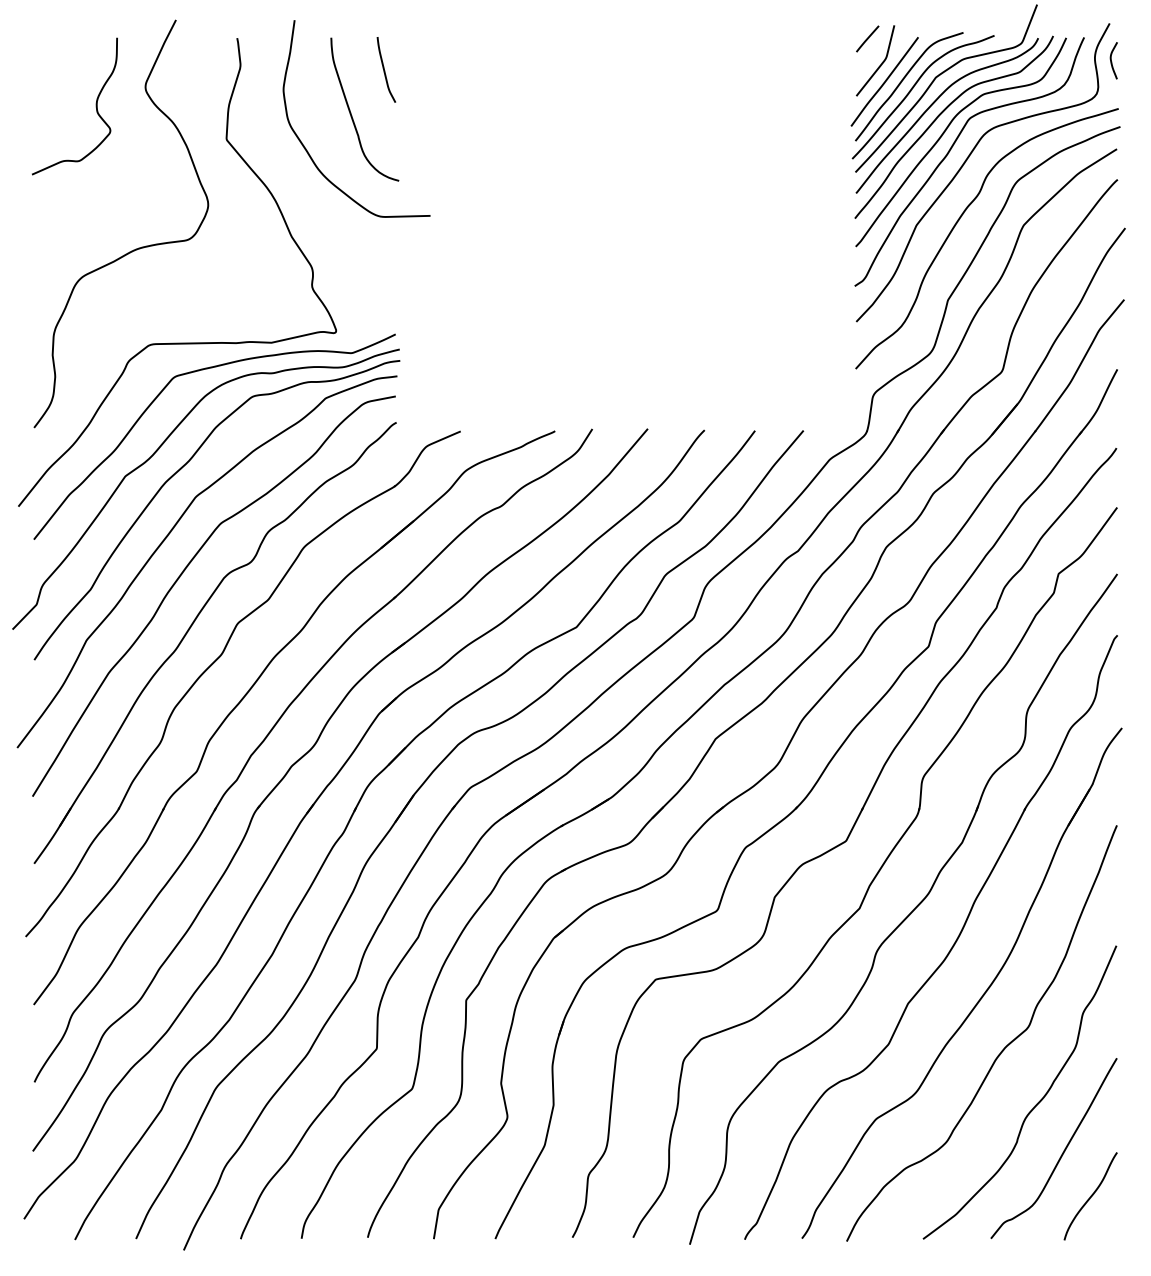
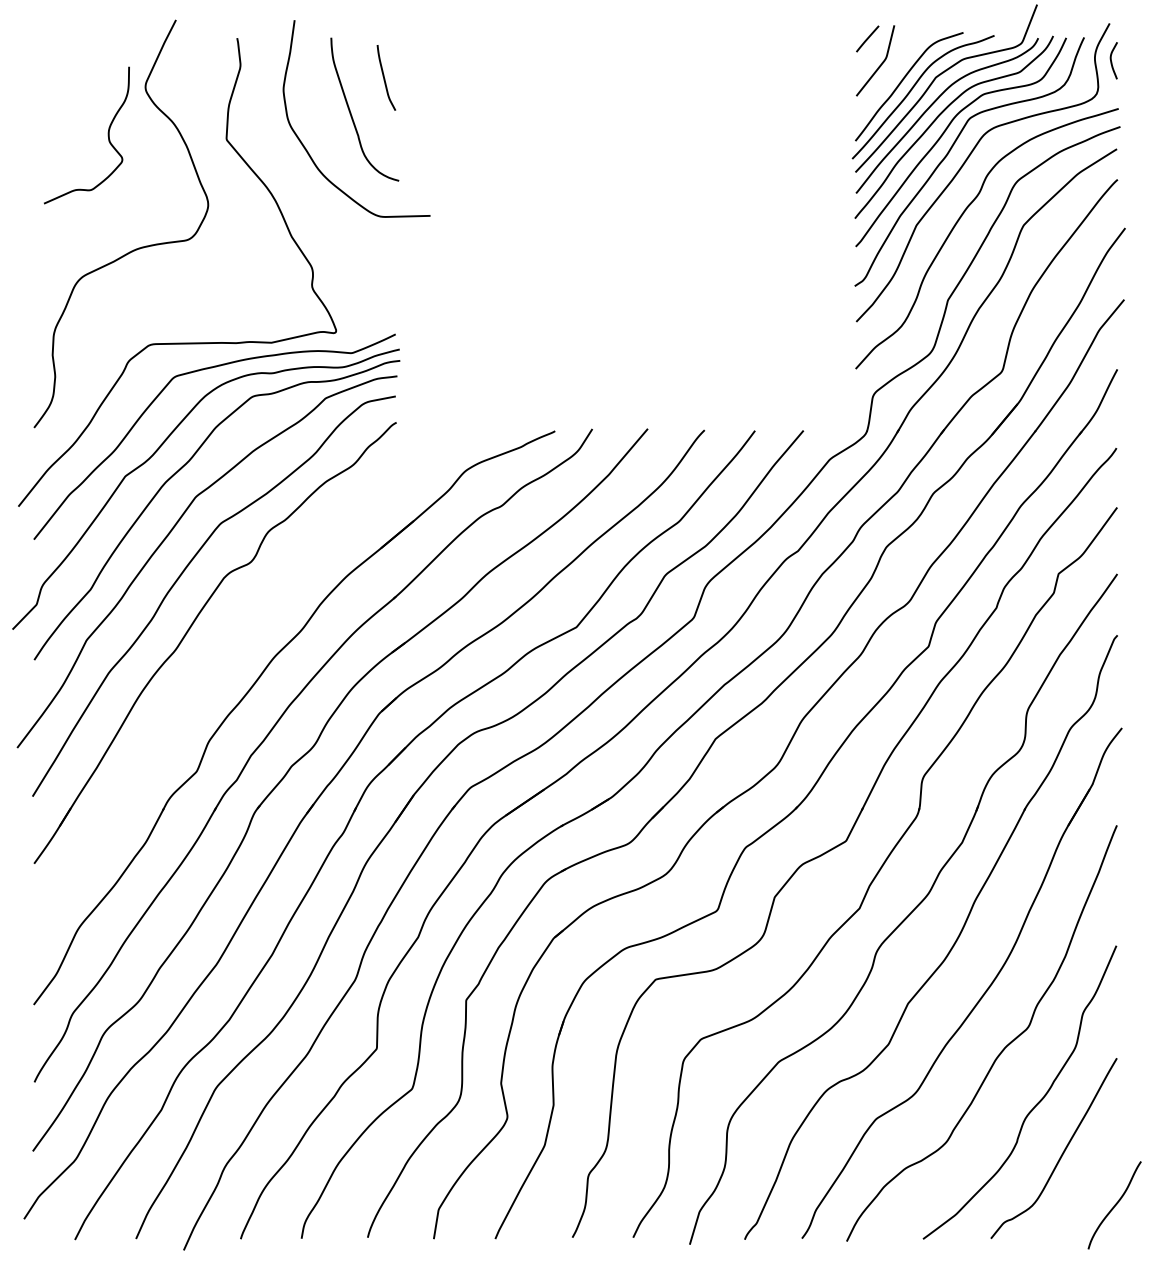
curve at (385, 70) position: (385, 70) -> (385, 78)
line at (884, 81): present -> none
curve at (95, 106) position: (95, 106) -> (107, 135)
part at (218, 659): present -> none
curve at (1090, 1196) position: (1090, 1196) -> (1114, 1205)
